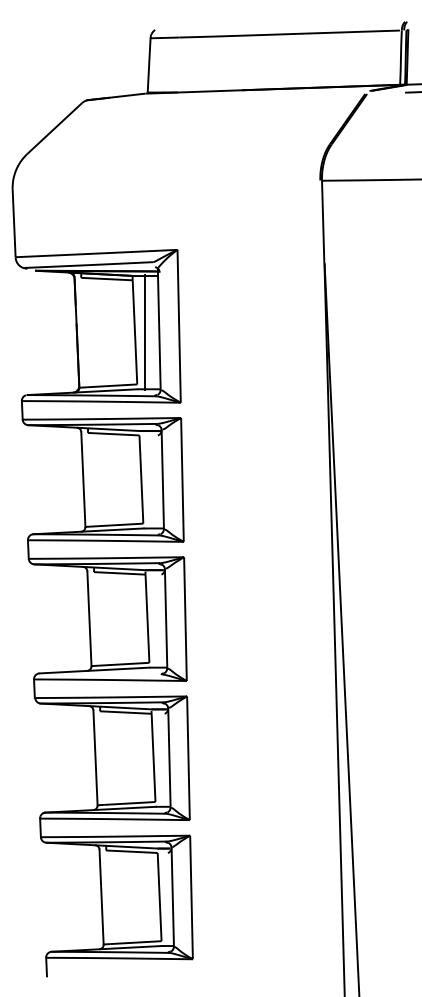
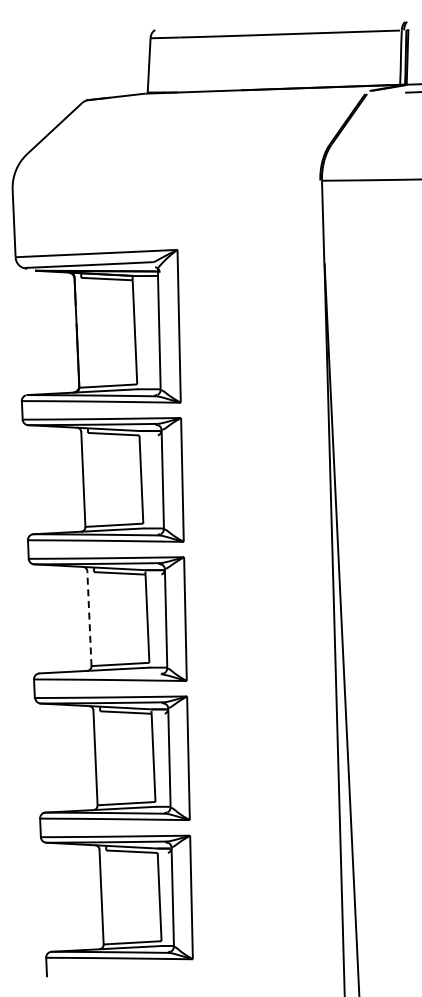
line at (145, 332): present -> none
line at (89, 618): solid -> dashed
